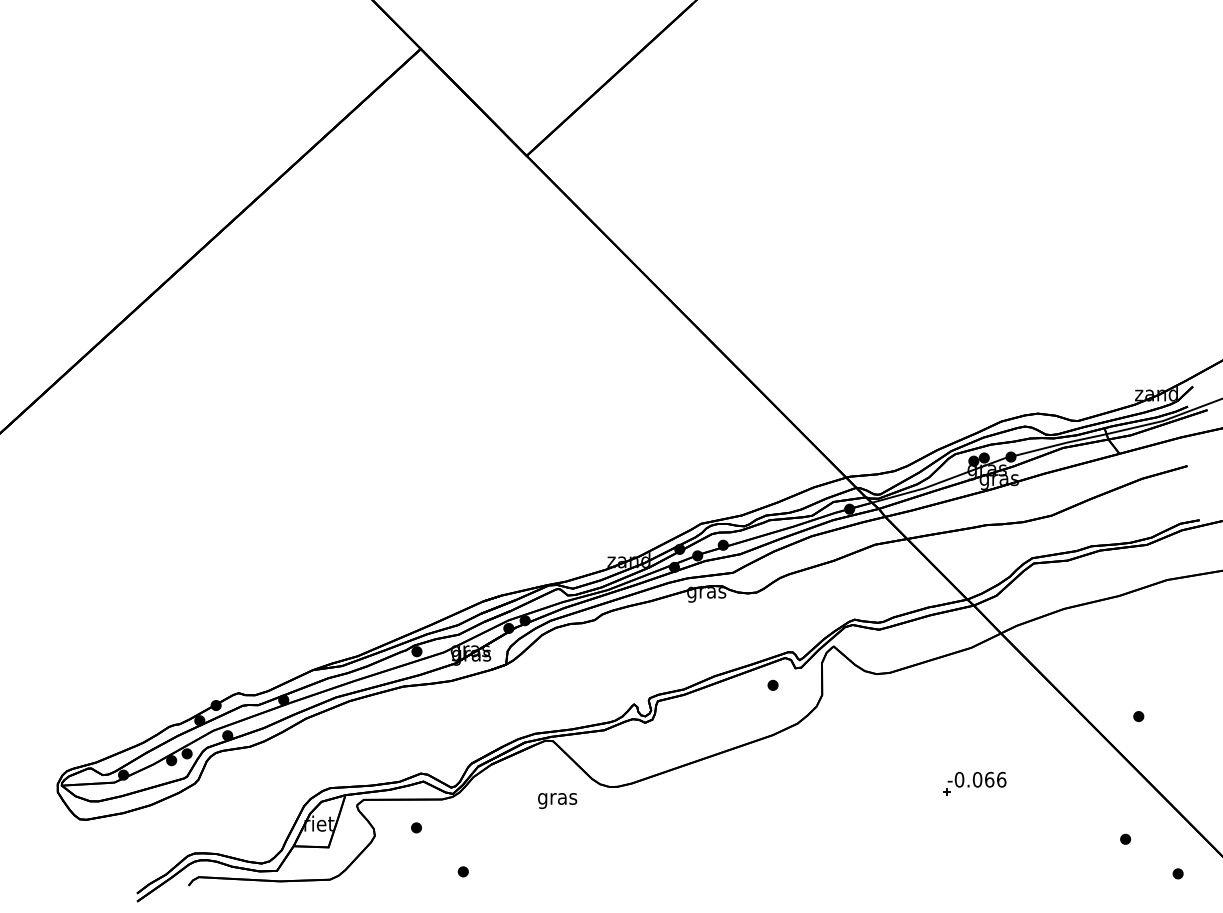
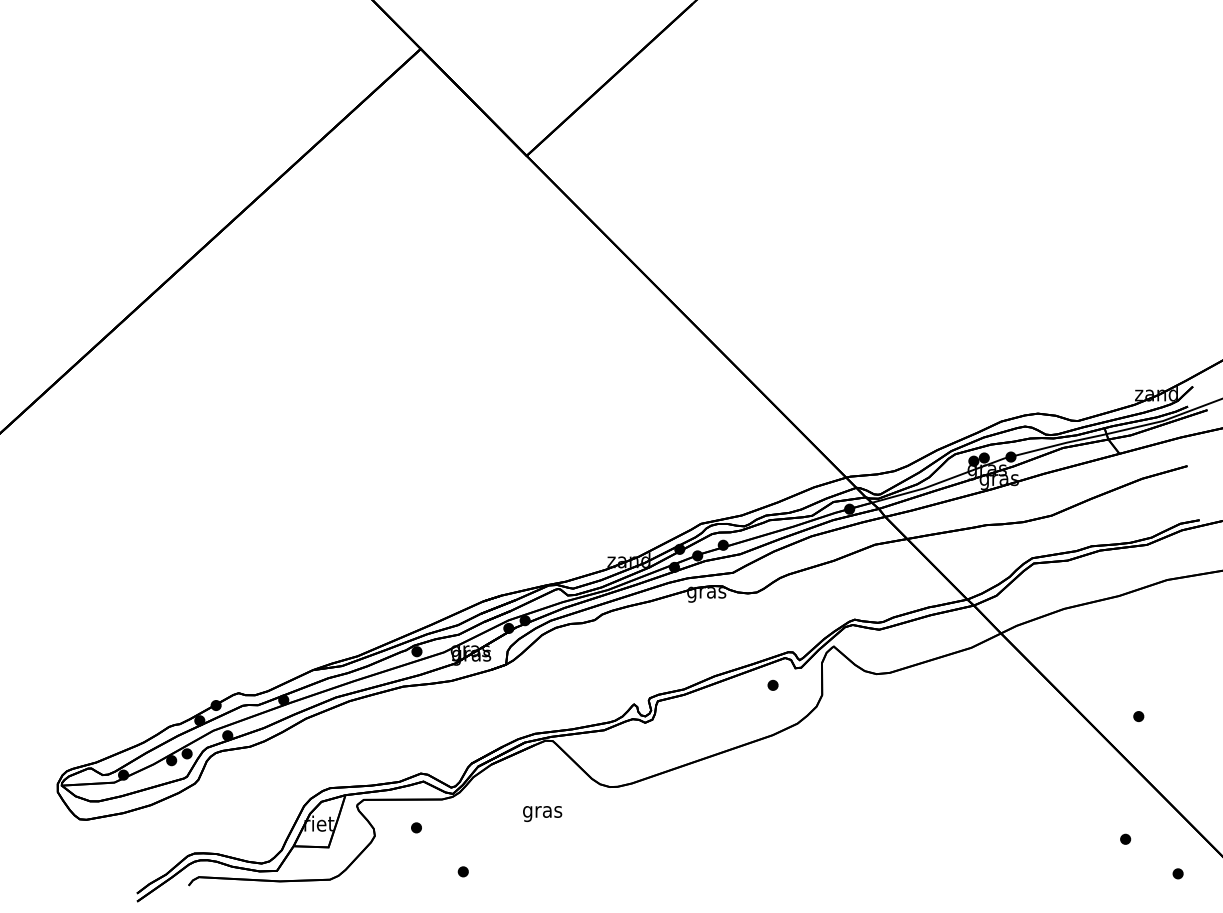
part at (974, 783): present -> none
text at (557, 800) position: (557, 800) -> (542, 813)
